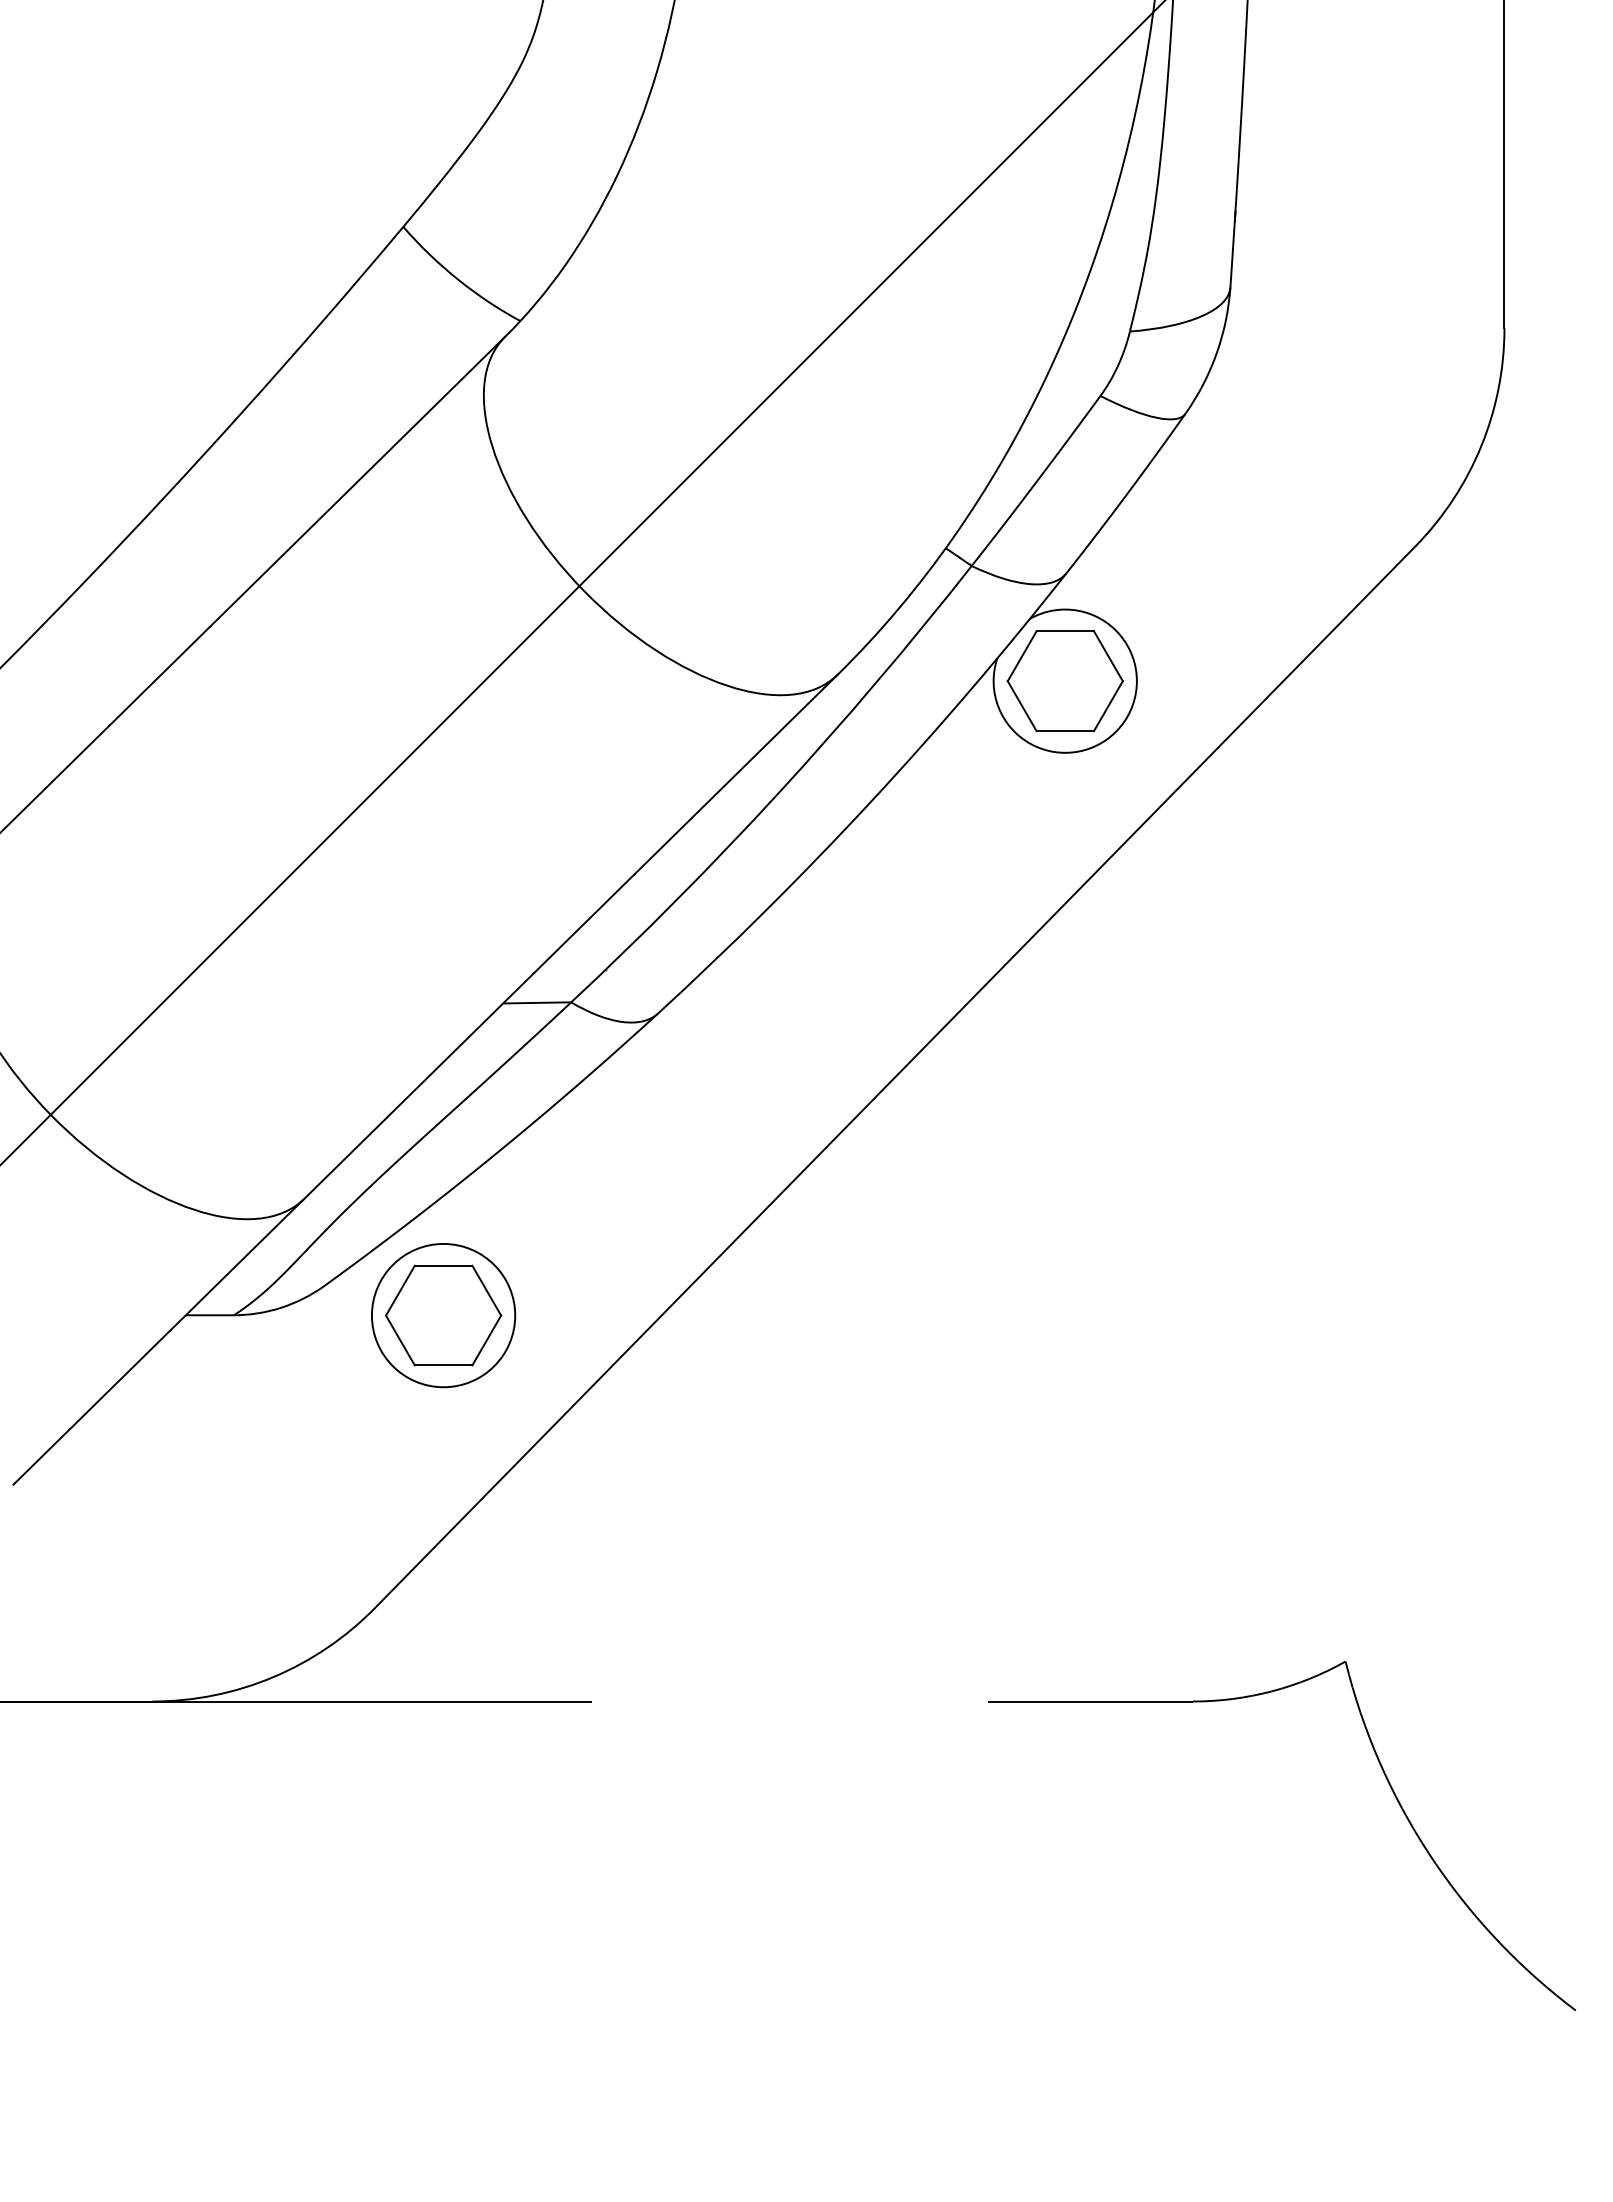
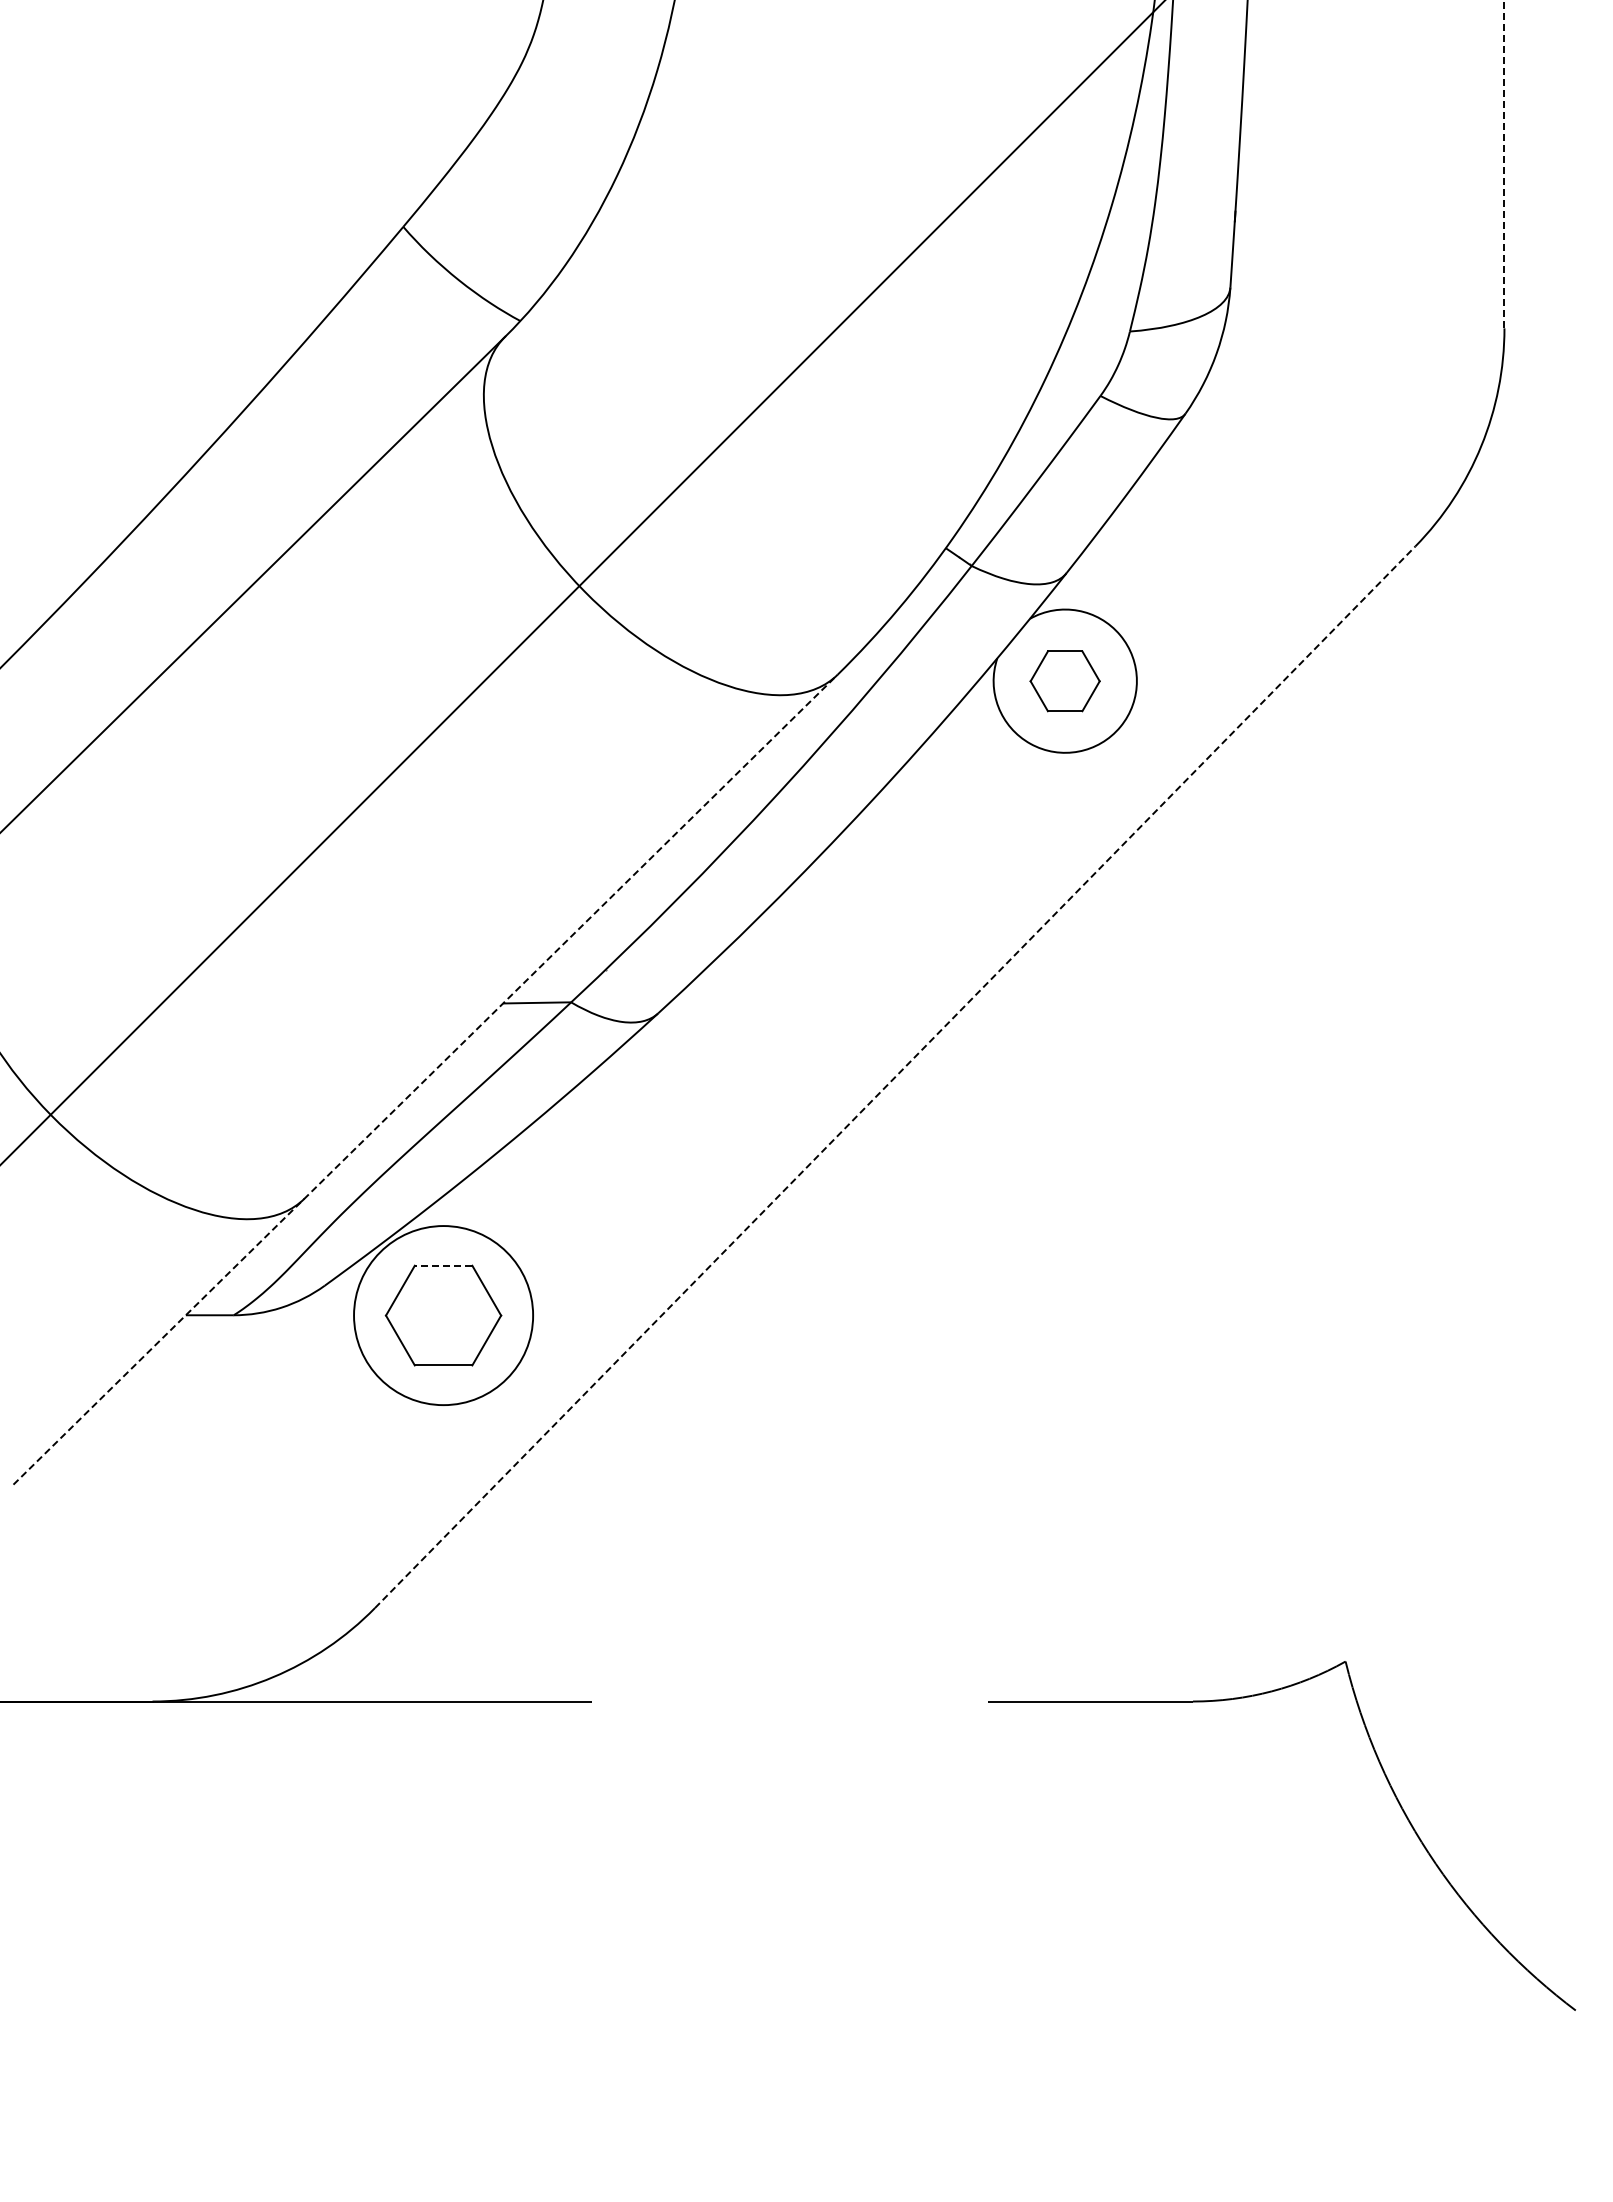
line at (1504, 164): solid -> dashed
part at (1064, 681) size: 118x103 px -> 72x63 px
line at (895, 1076): solid -> dashed
line at (425, 1079): solid -> dashed
line at (443, 1265): solid -> dashed
circle at (443, 1315) diameter: 143 px -> 179 px
